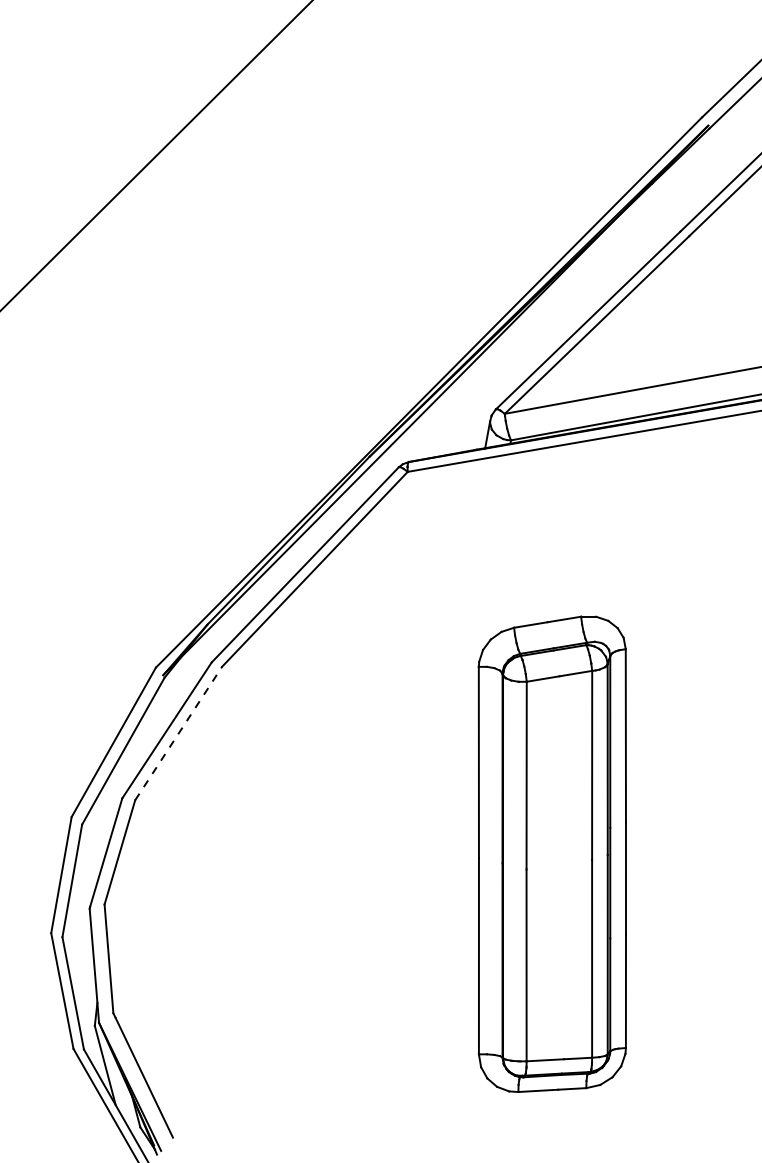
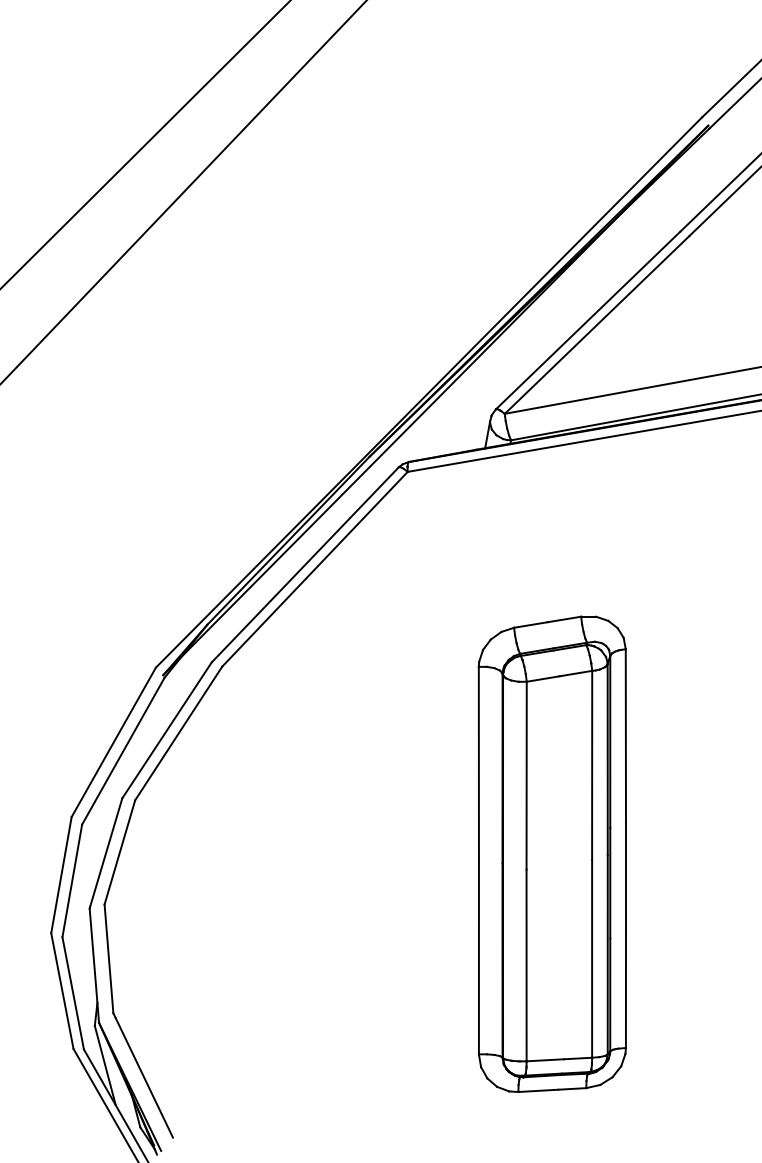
line at (156, 155) position: (156, 155) -> (145, 144)
line at (183, 192): none -> present
line at (178, 733): dashed -> solid
